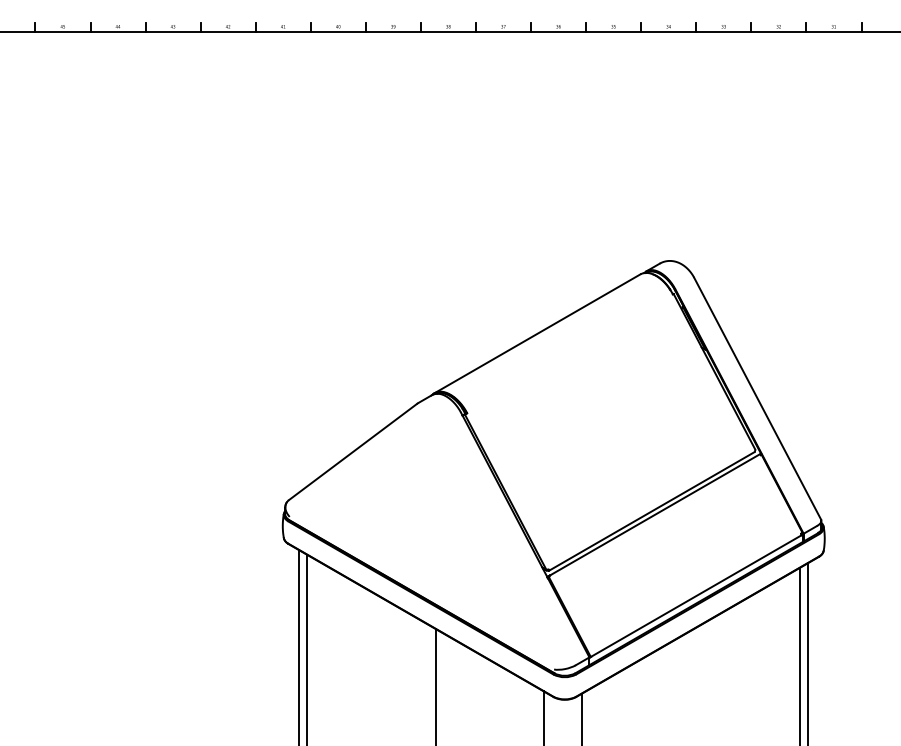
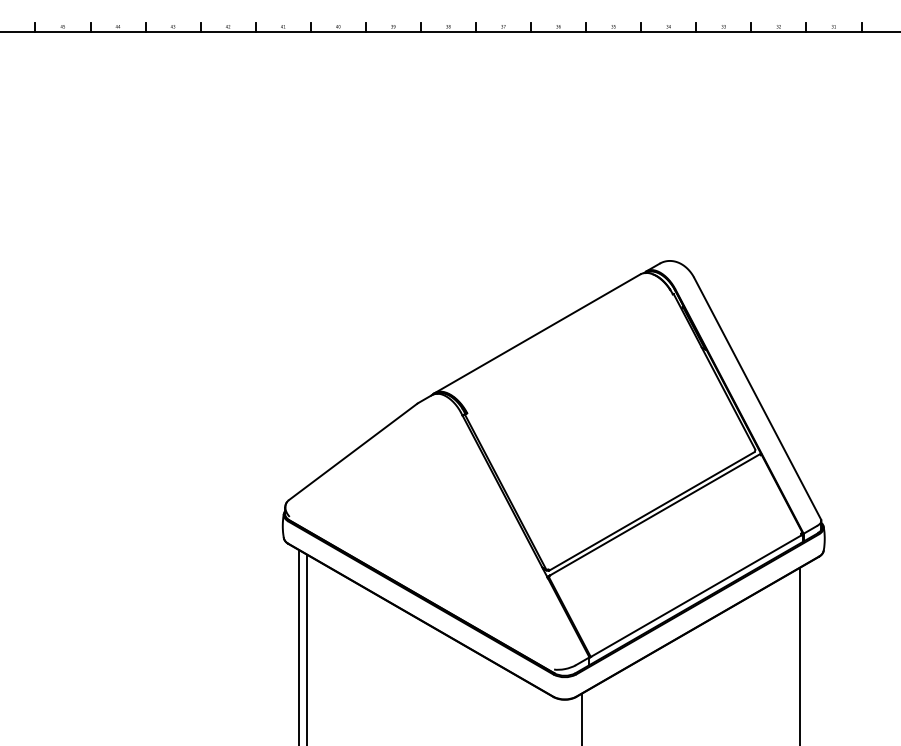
line at (808, 652): present -> none
line at (436, 685): present -> none
line at (543, 716): present -> none
